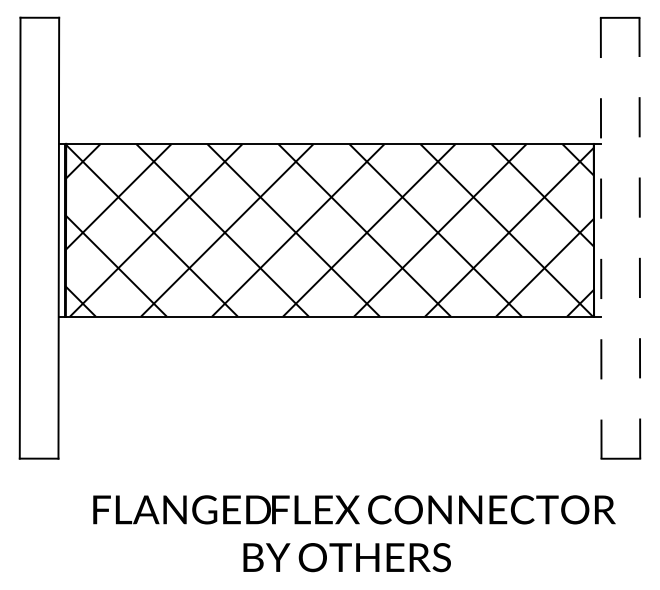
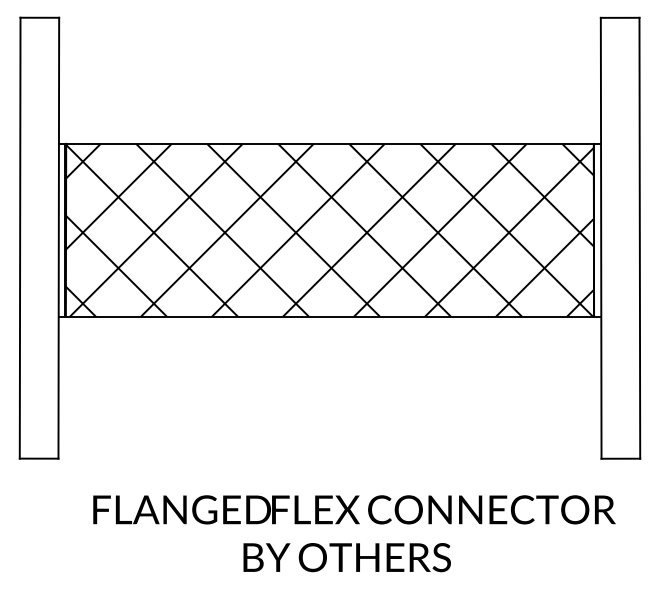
line at (639, 237): dashed -> solid
line at (601, 238): dashed -> solid
